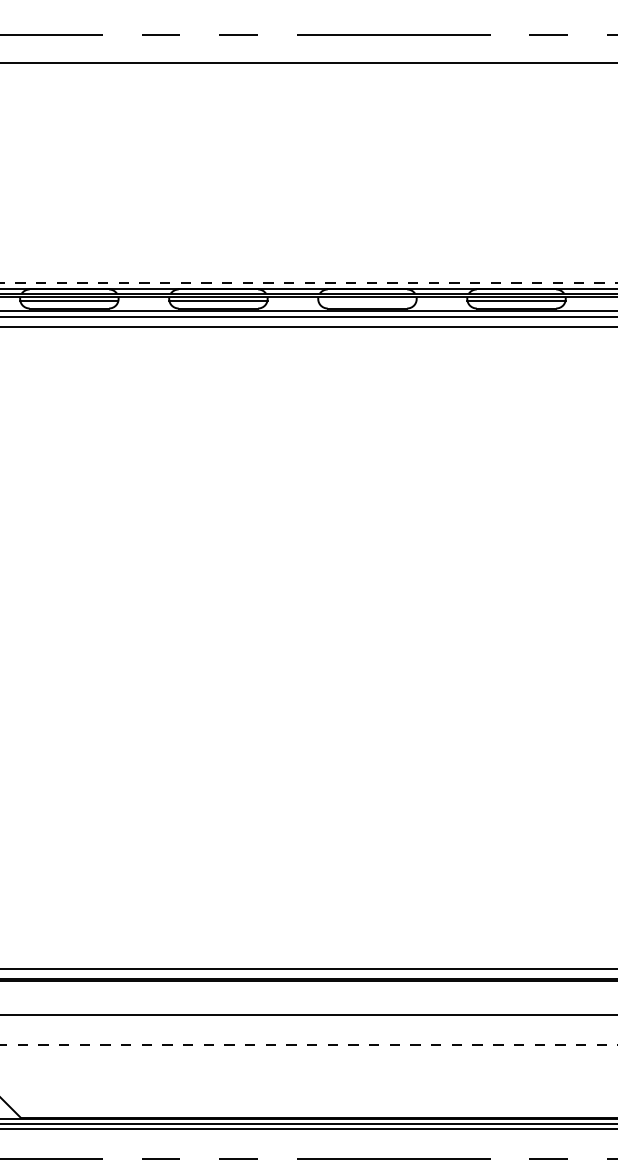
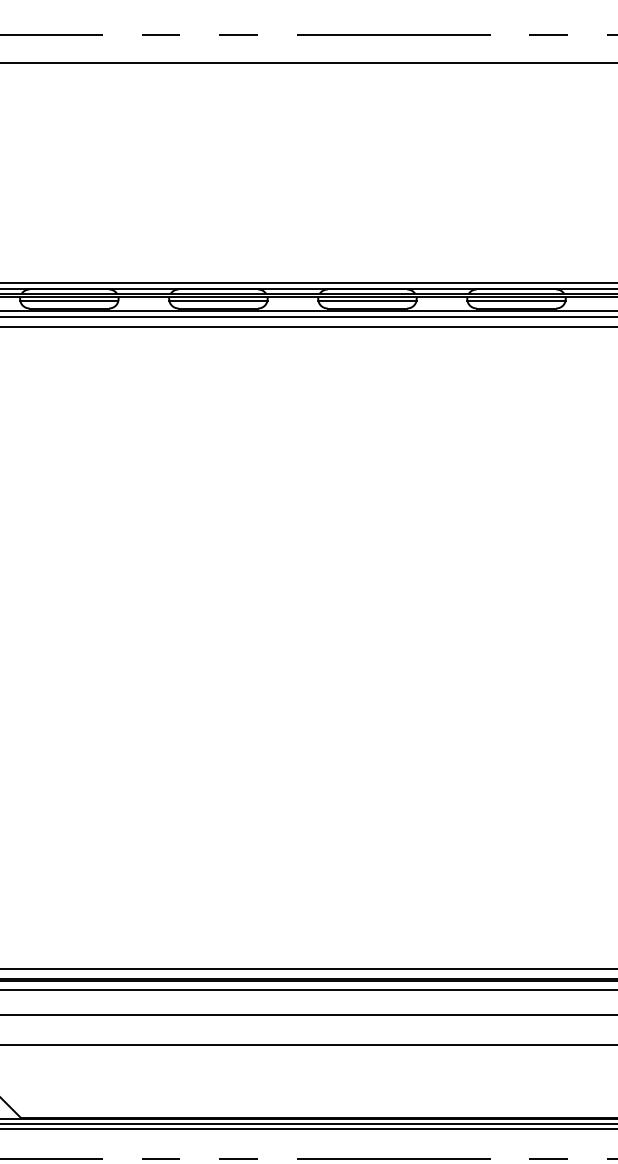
line at (308, 282): dashed -> solid
line at (367, 300): none -> present
line at (308, 990): none -> present
line at (309, 1045): dashed -> solid
